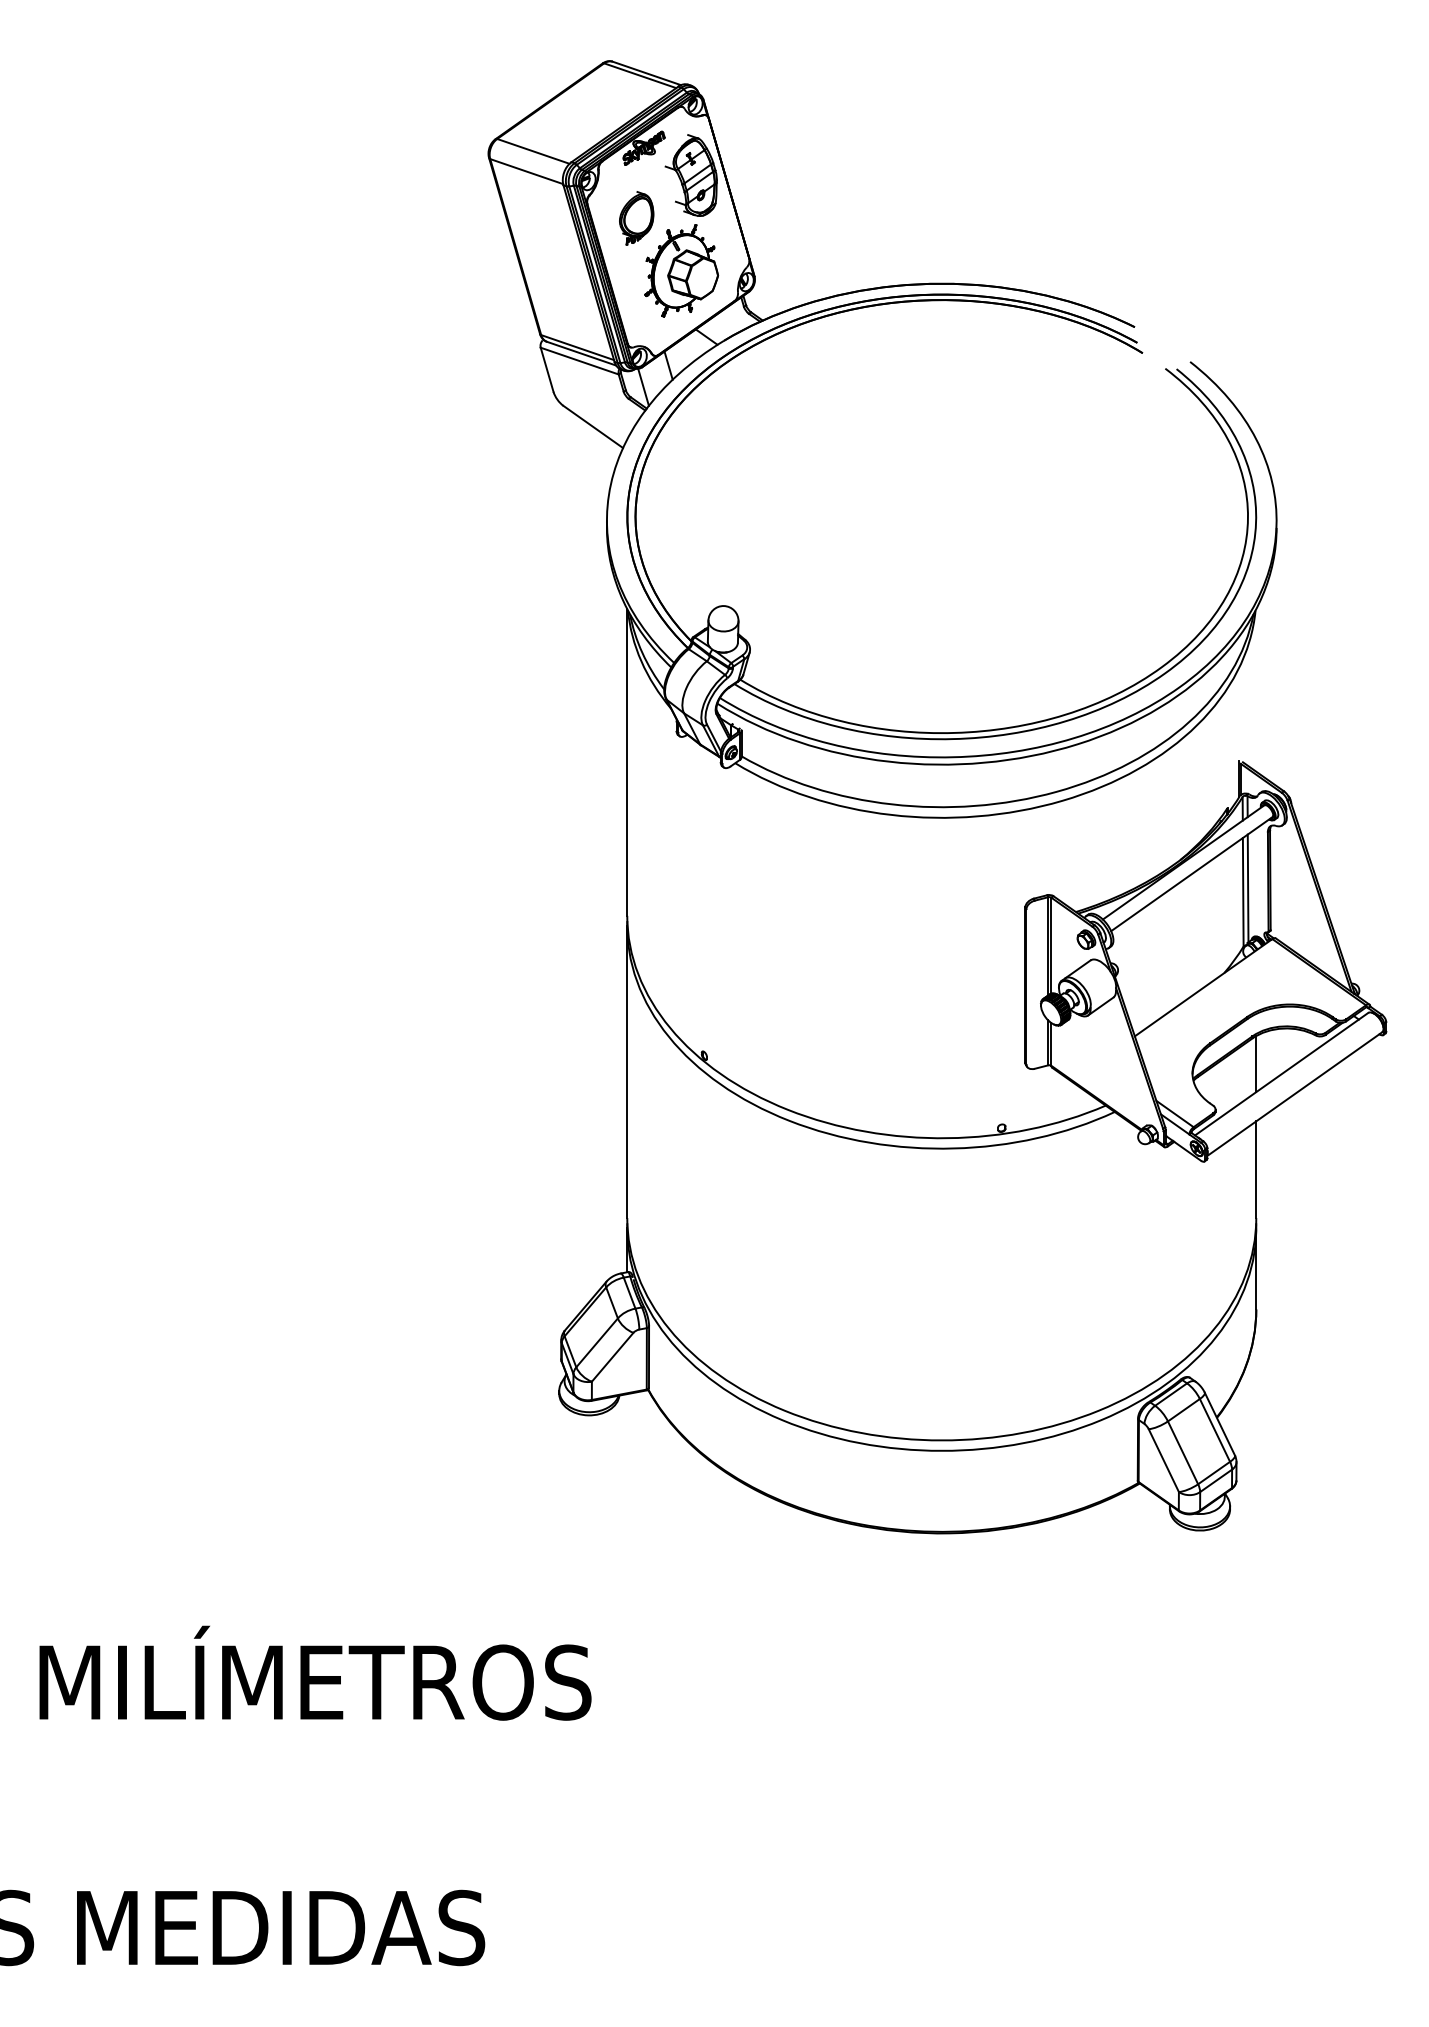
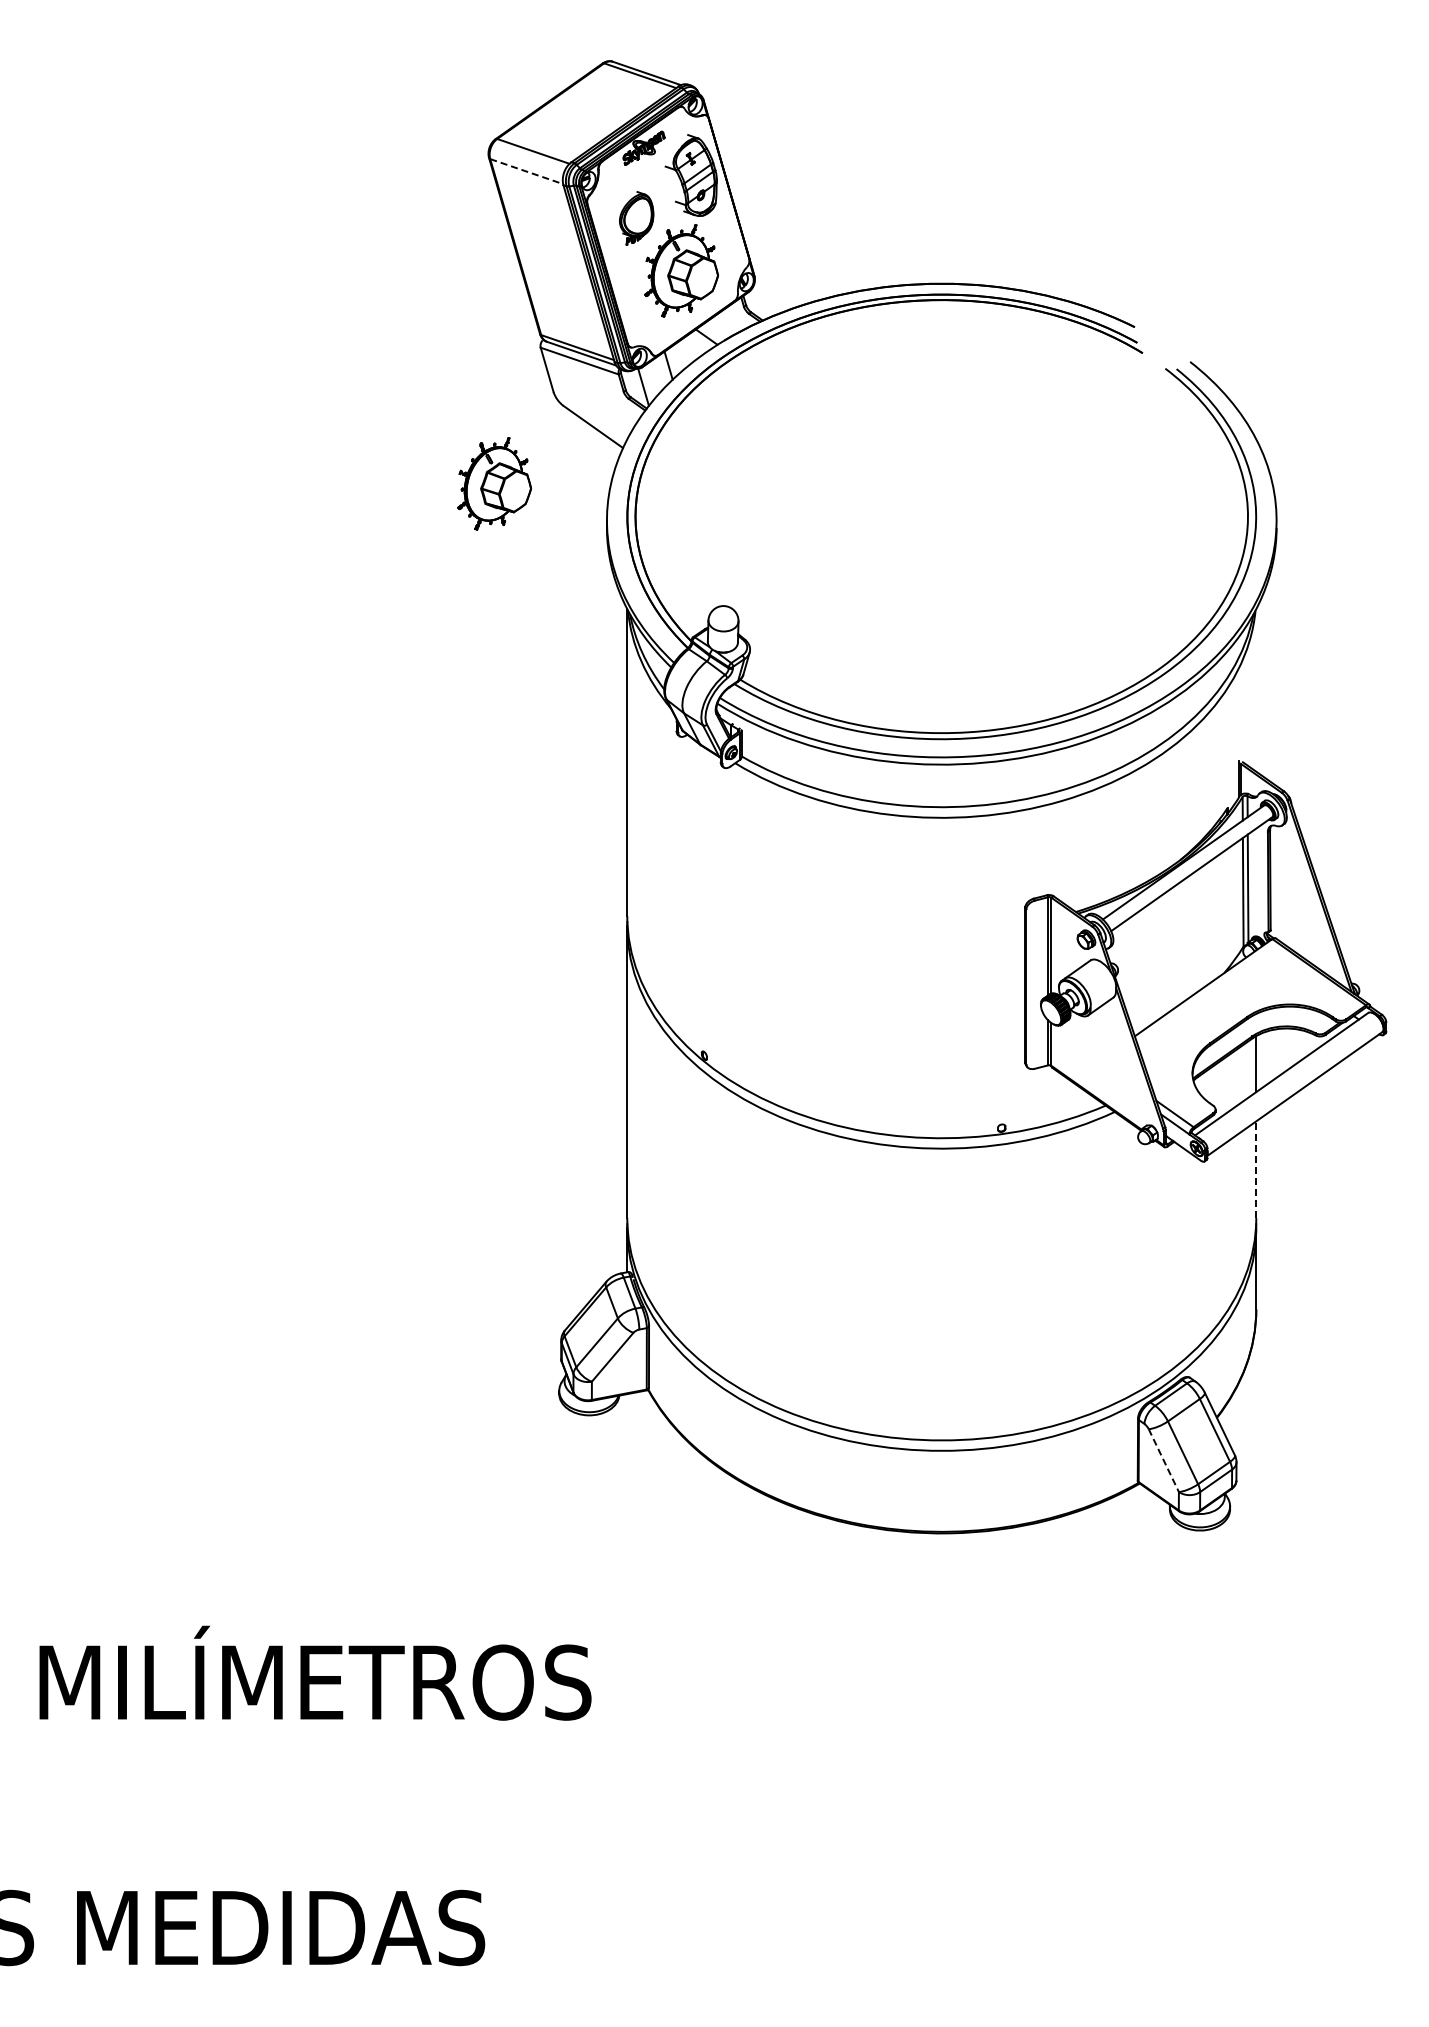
line at (526, 171): solid -> dashed
part at (494, 483): none -> present
line at (1256, 1169): solid -> dashed
line at (1163, 1460): solid -> dashed
